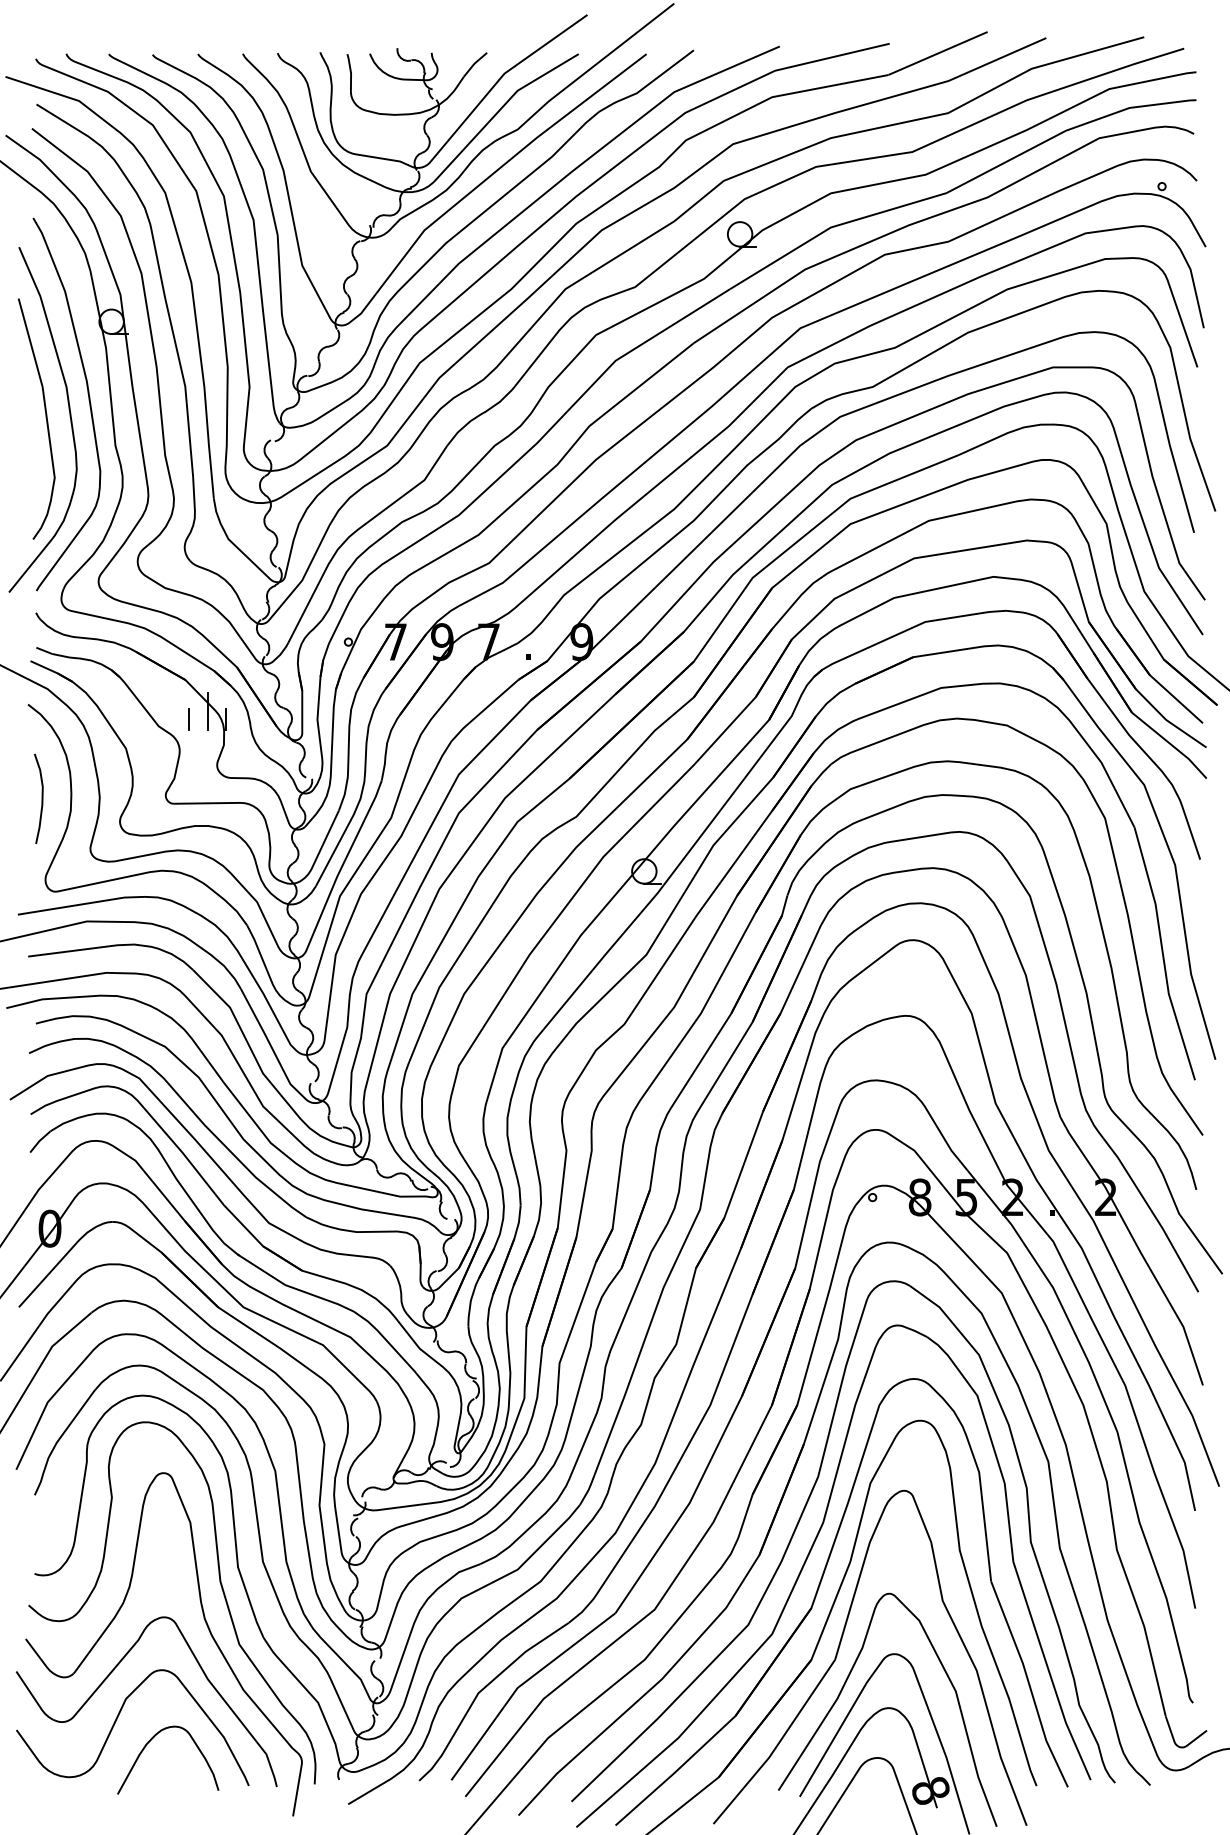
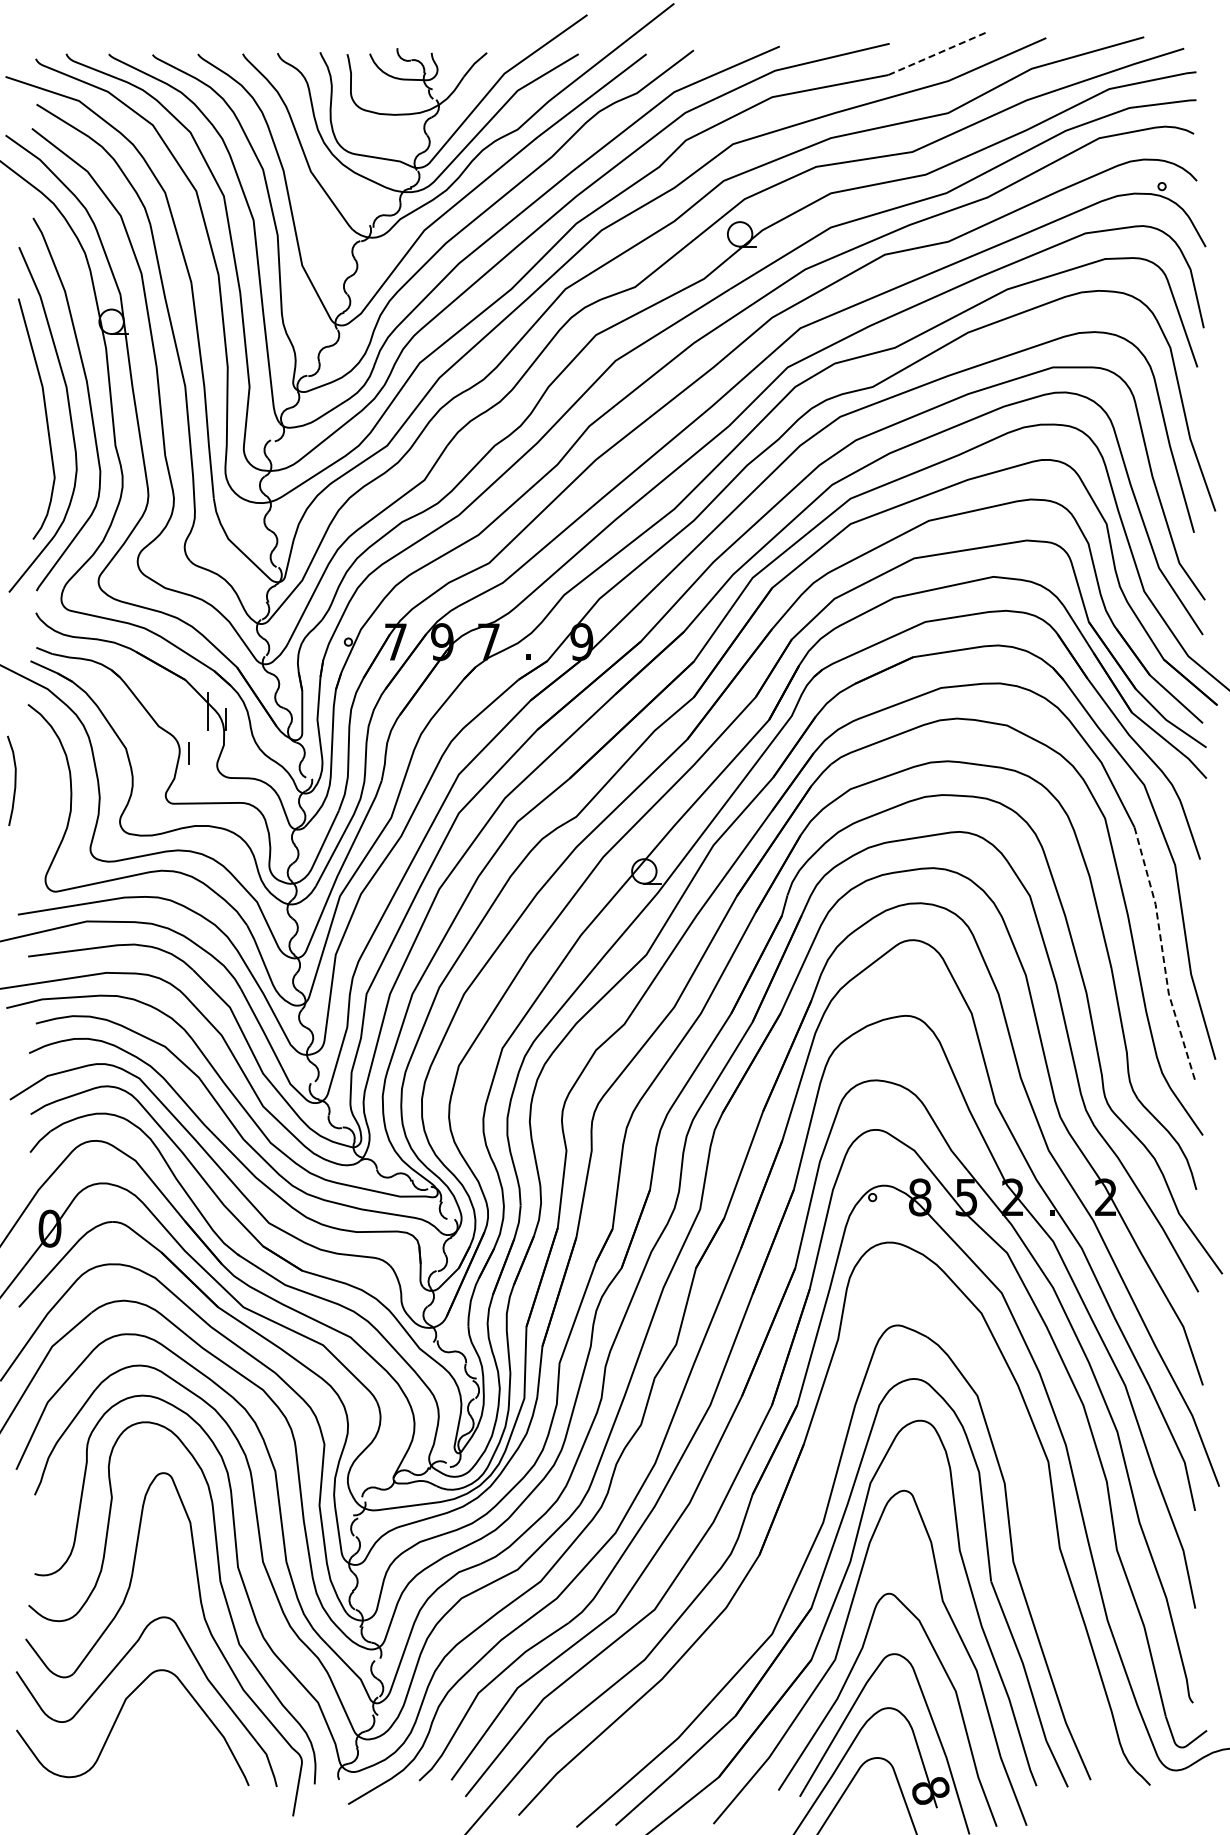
line at (938, 53): solid -> dashed
line at (188, 719) position: (188, 719) -> (188, 753)
curve at (41, 798) position: (41, 798) -> (14, 780)
line at (1163, 954): solid -> dashed
part at (798, 1525): present -> none
curve at (150, 1741): present -> none
